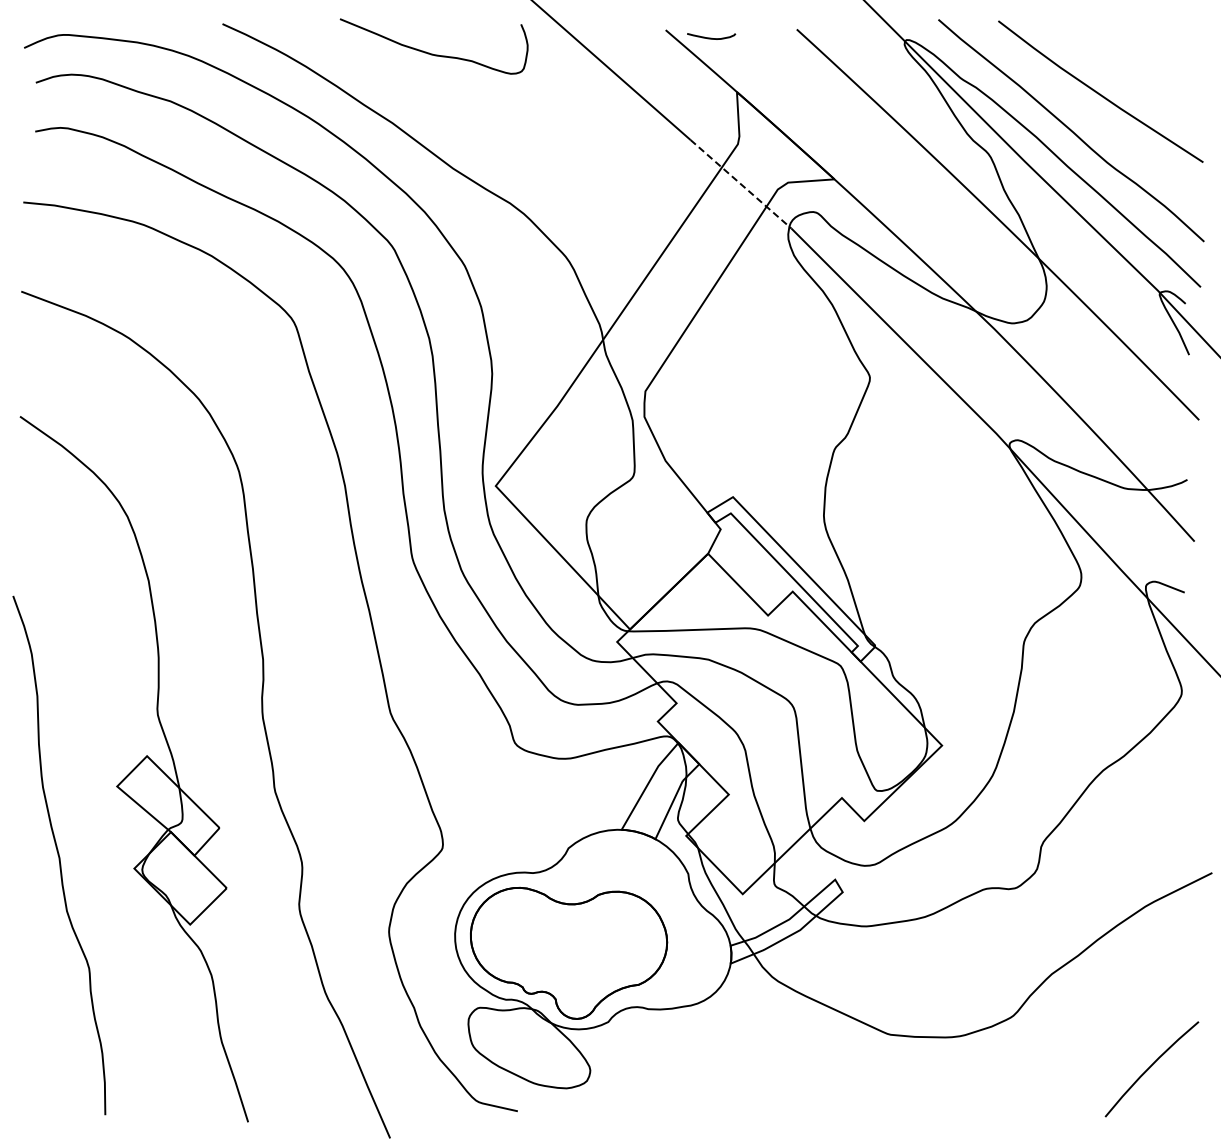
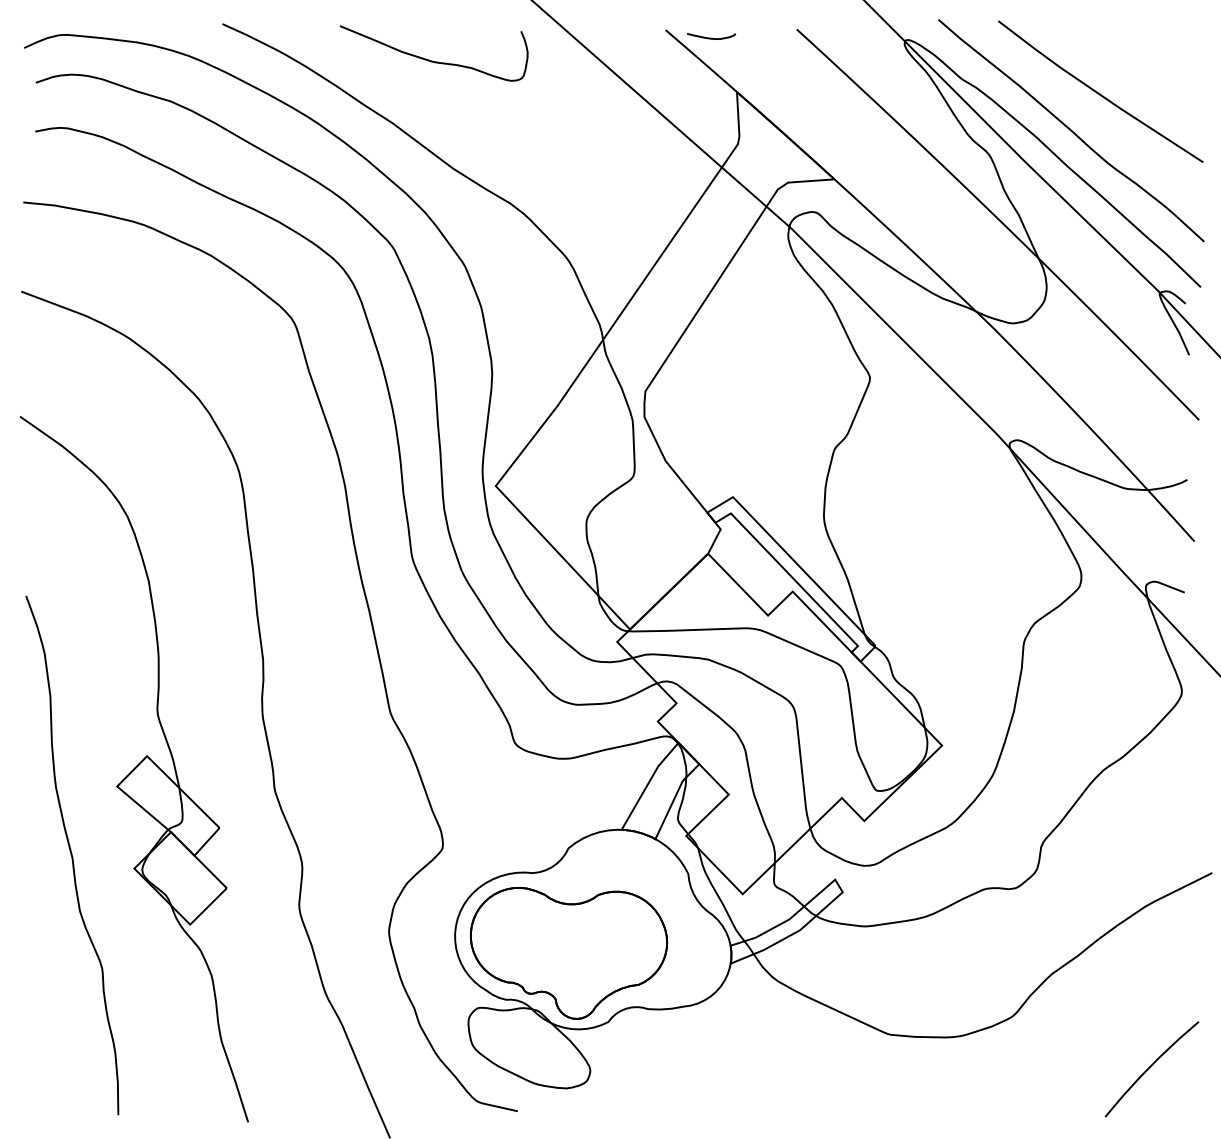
curve at (432, 53) position: (432, 53) -> (432, 60)
line at (741, 184): dashed -> solid
curve at (59, 855) position: (59, 855) -> (72, 855)
